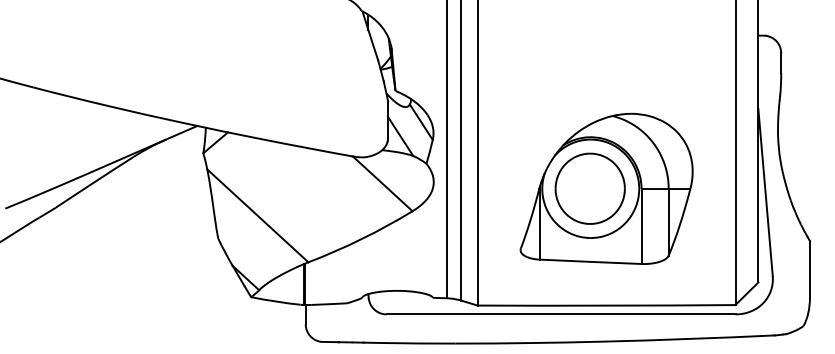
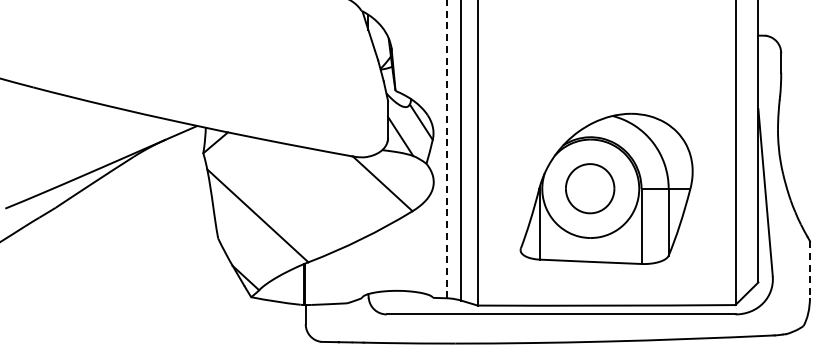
line at (446, 149): solid -> dashed
part at (589, 188) size: 72x73 px -> 51x52 px
line at (809, 270): solid -> dashed
